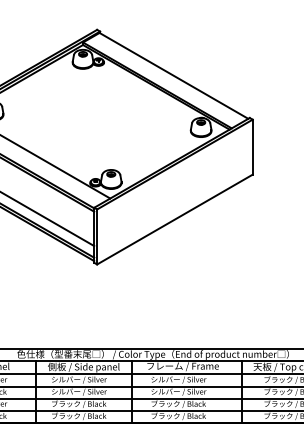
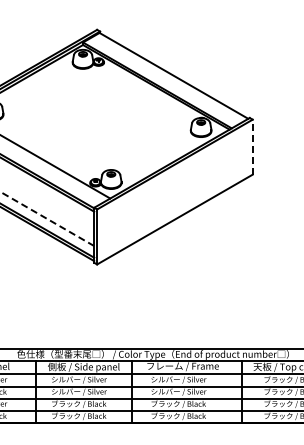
line at (252, 147): solid -> dashed
line at (47, 219): solid -> dashed
